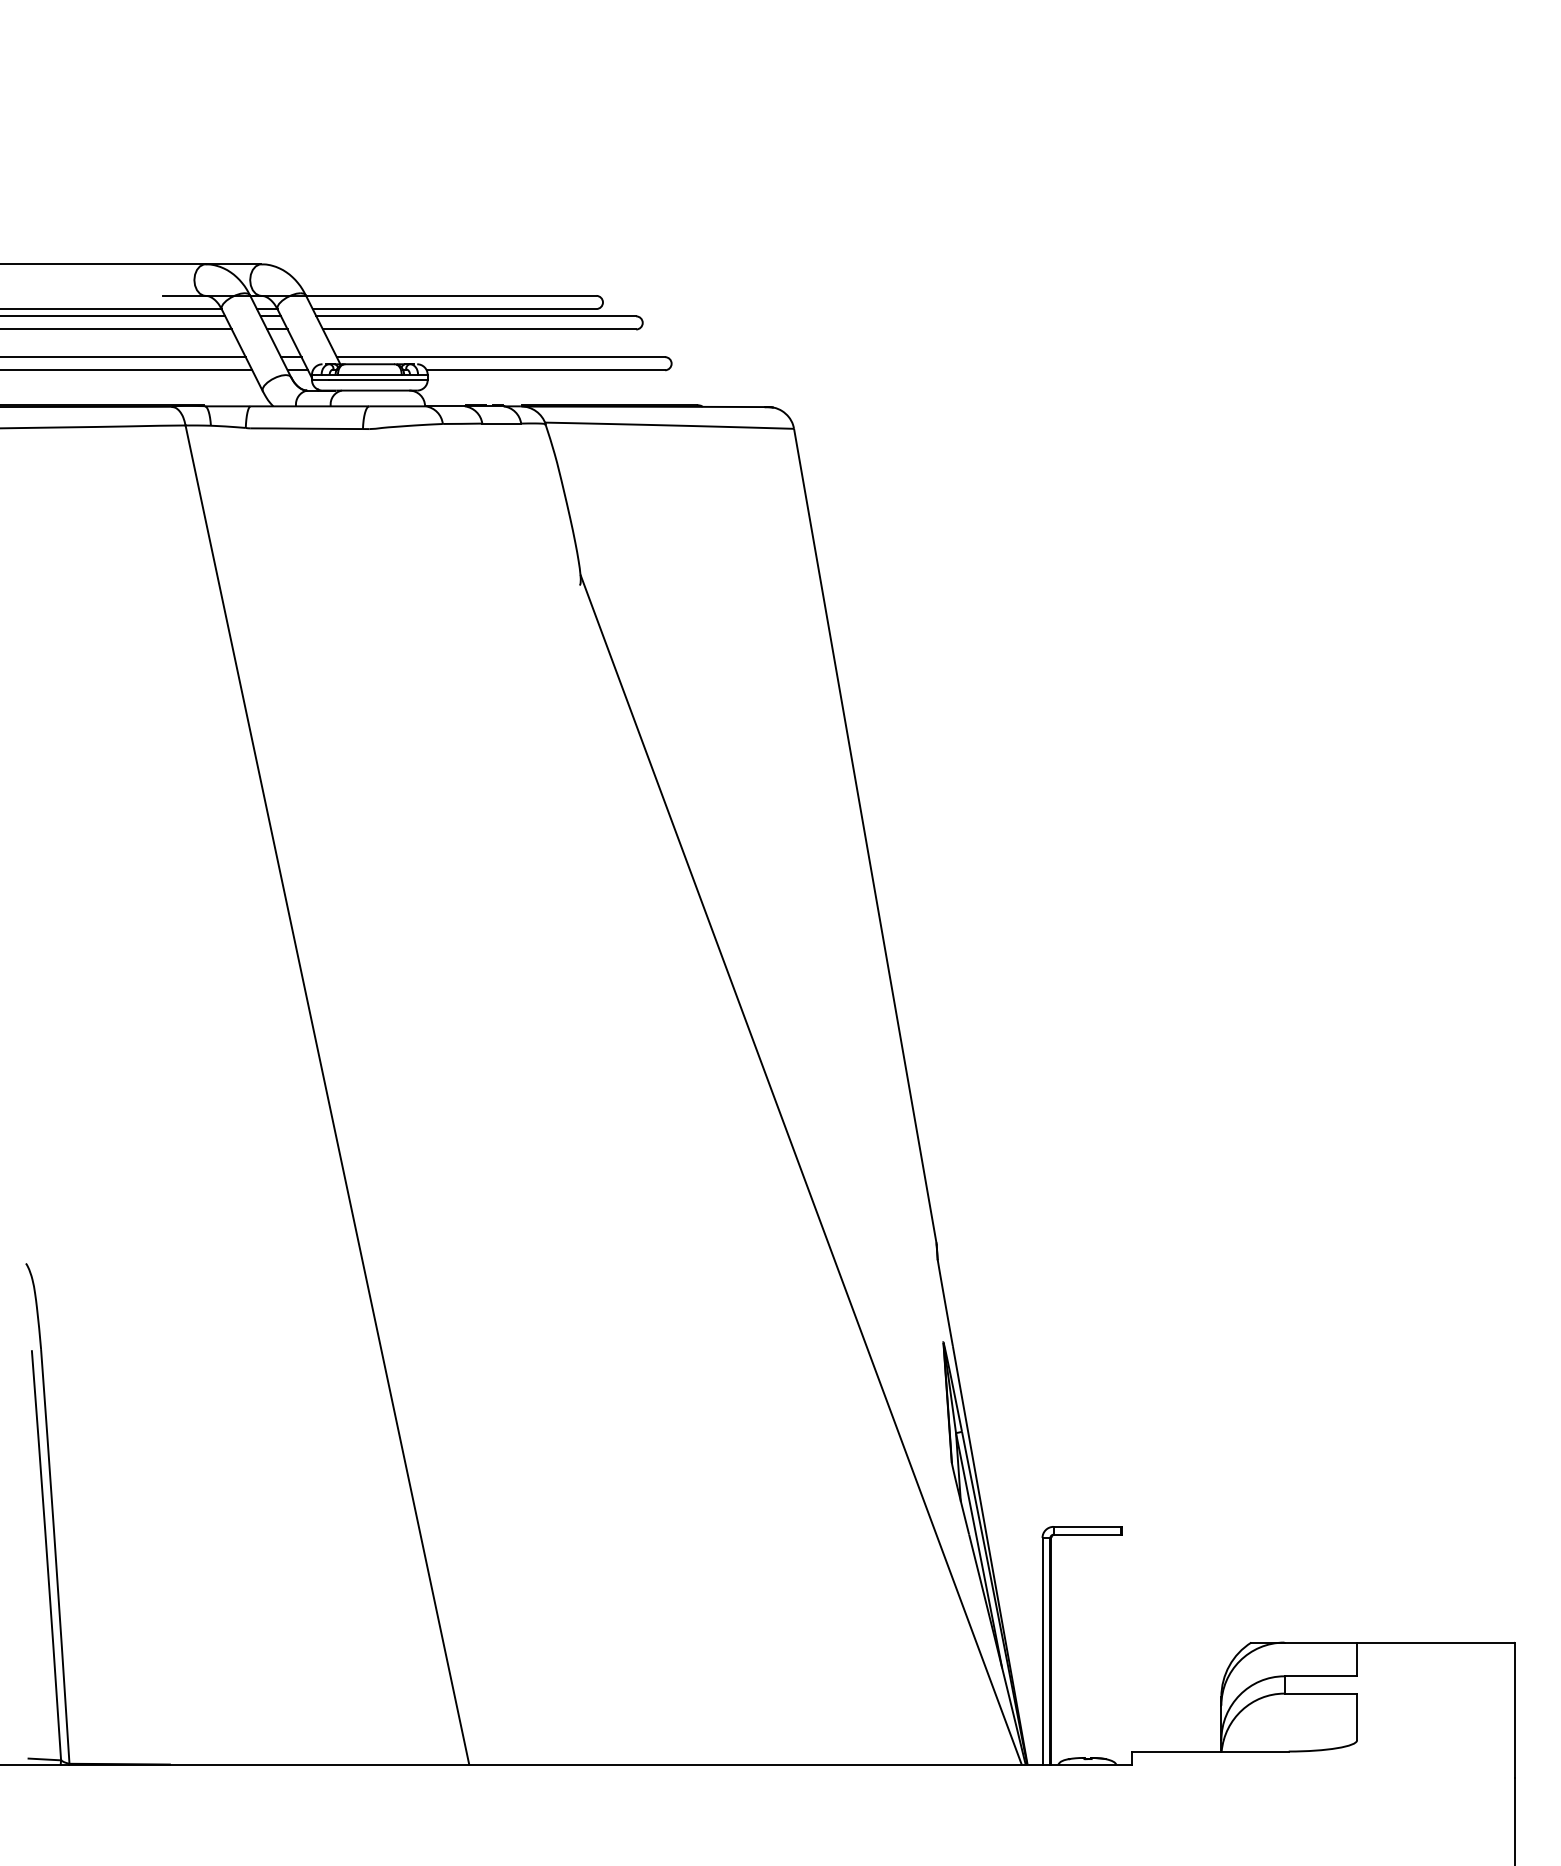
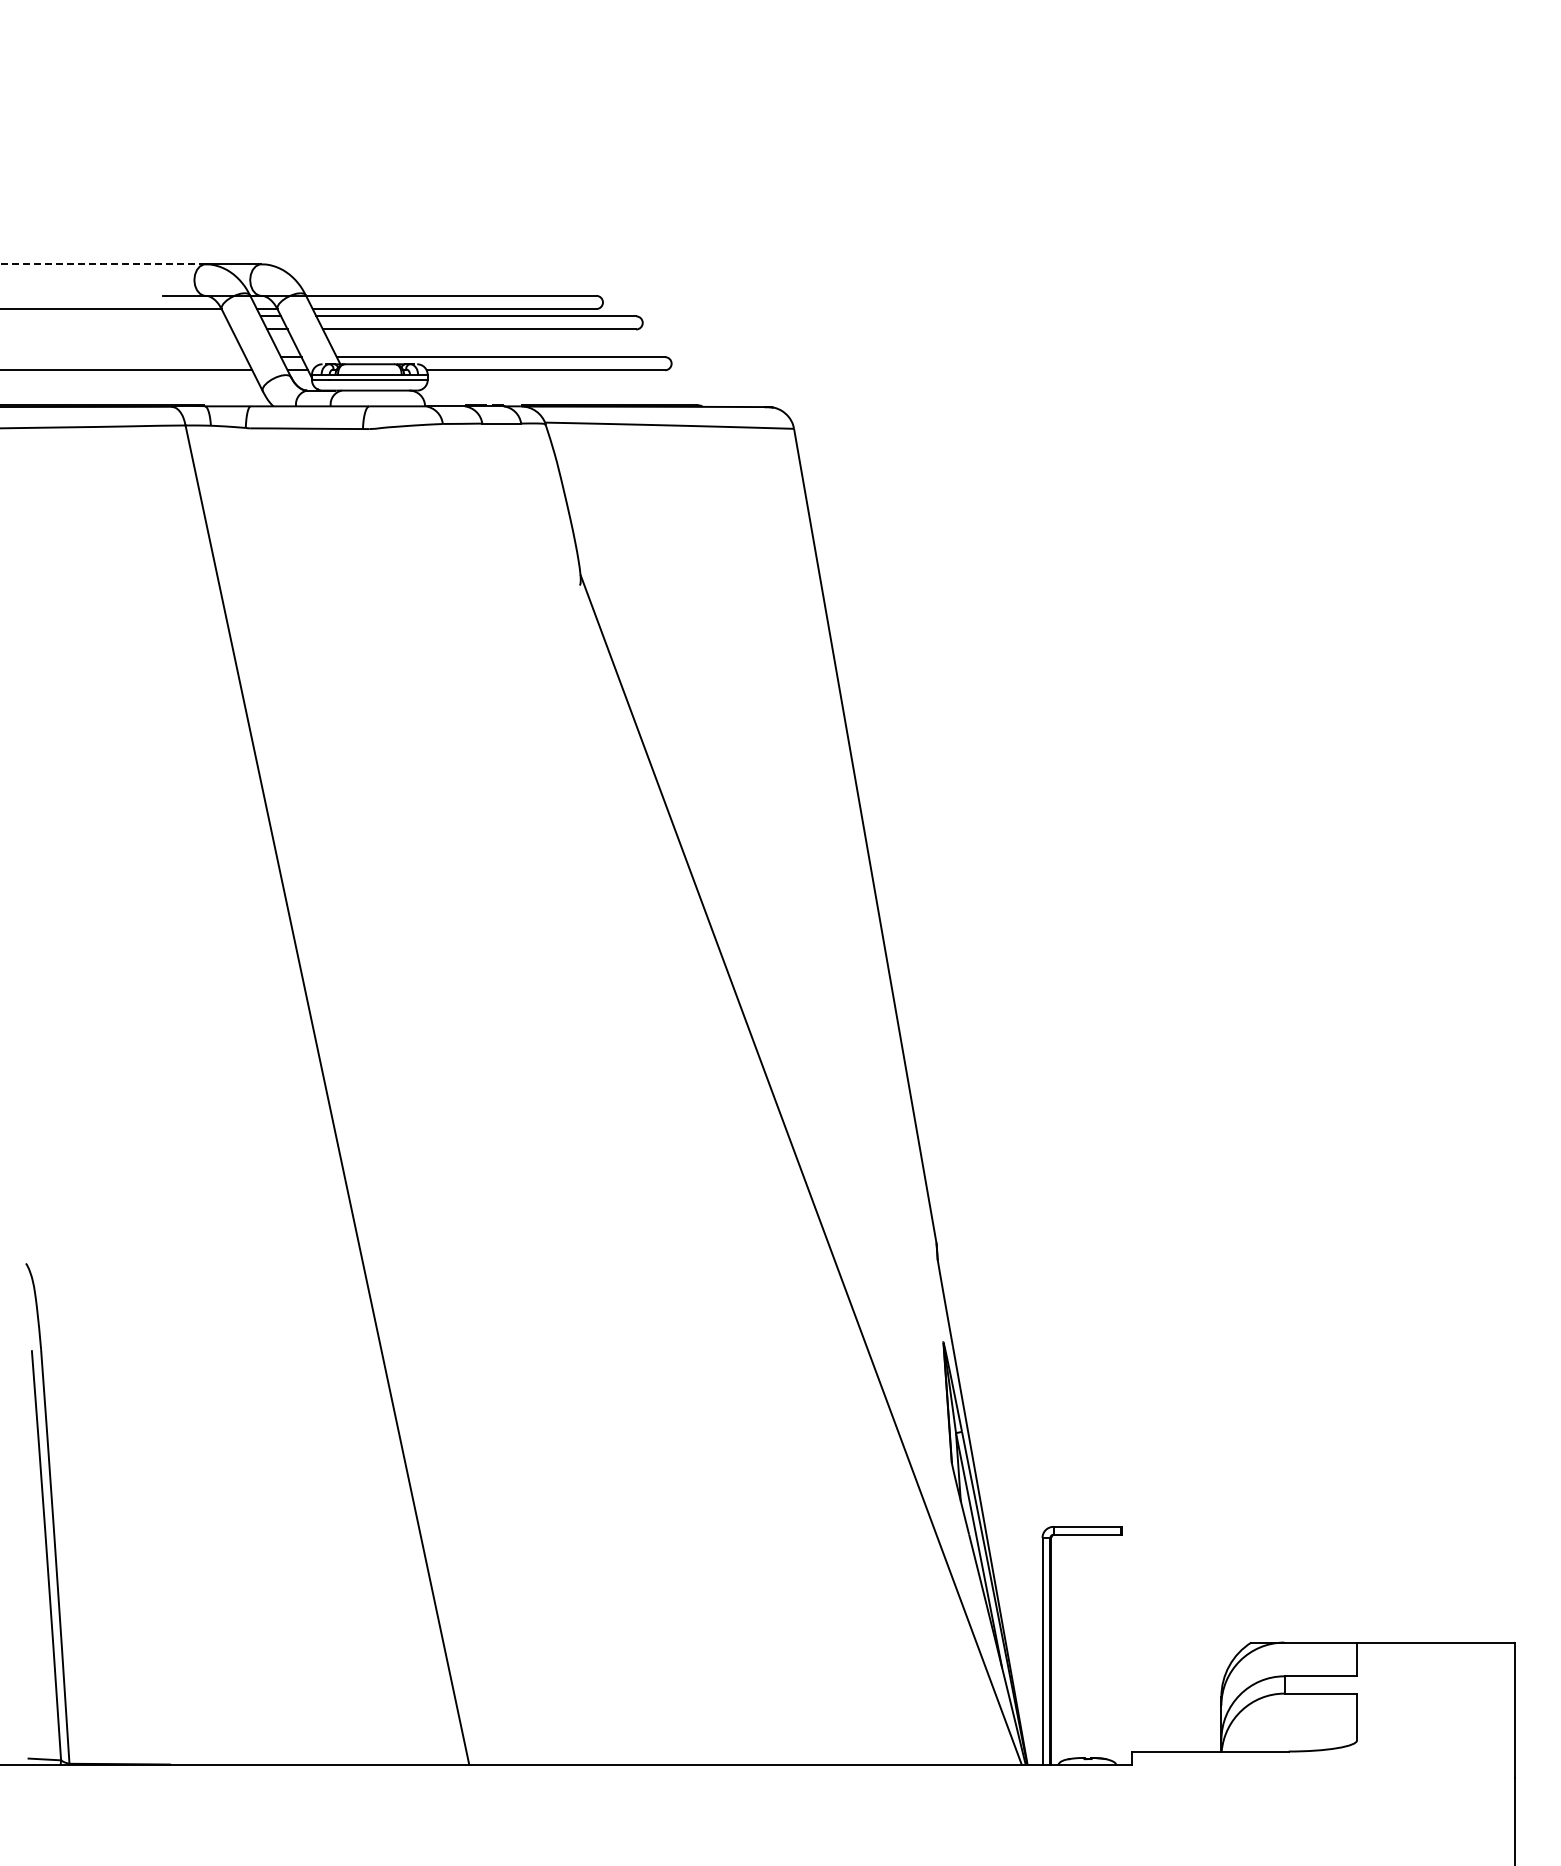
line at (102, 264): solid -> dashed
line at (113, 316): present -> none
line at (116, 329): present -> none
line at (123, 357): present -> none
